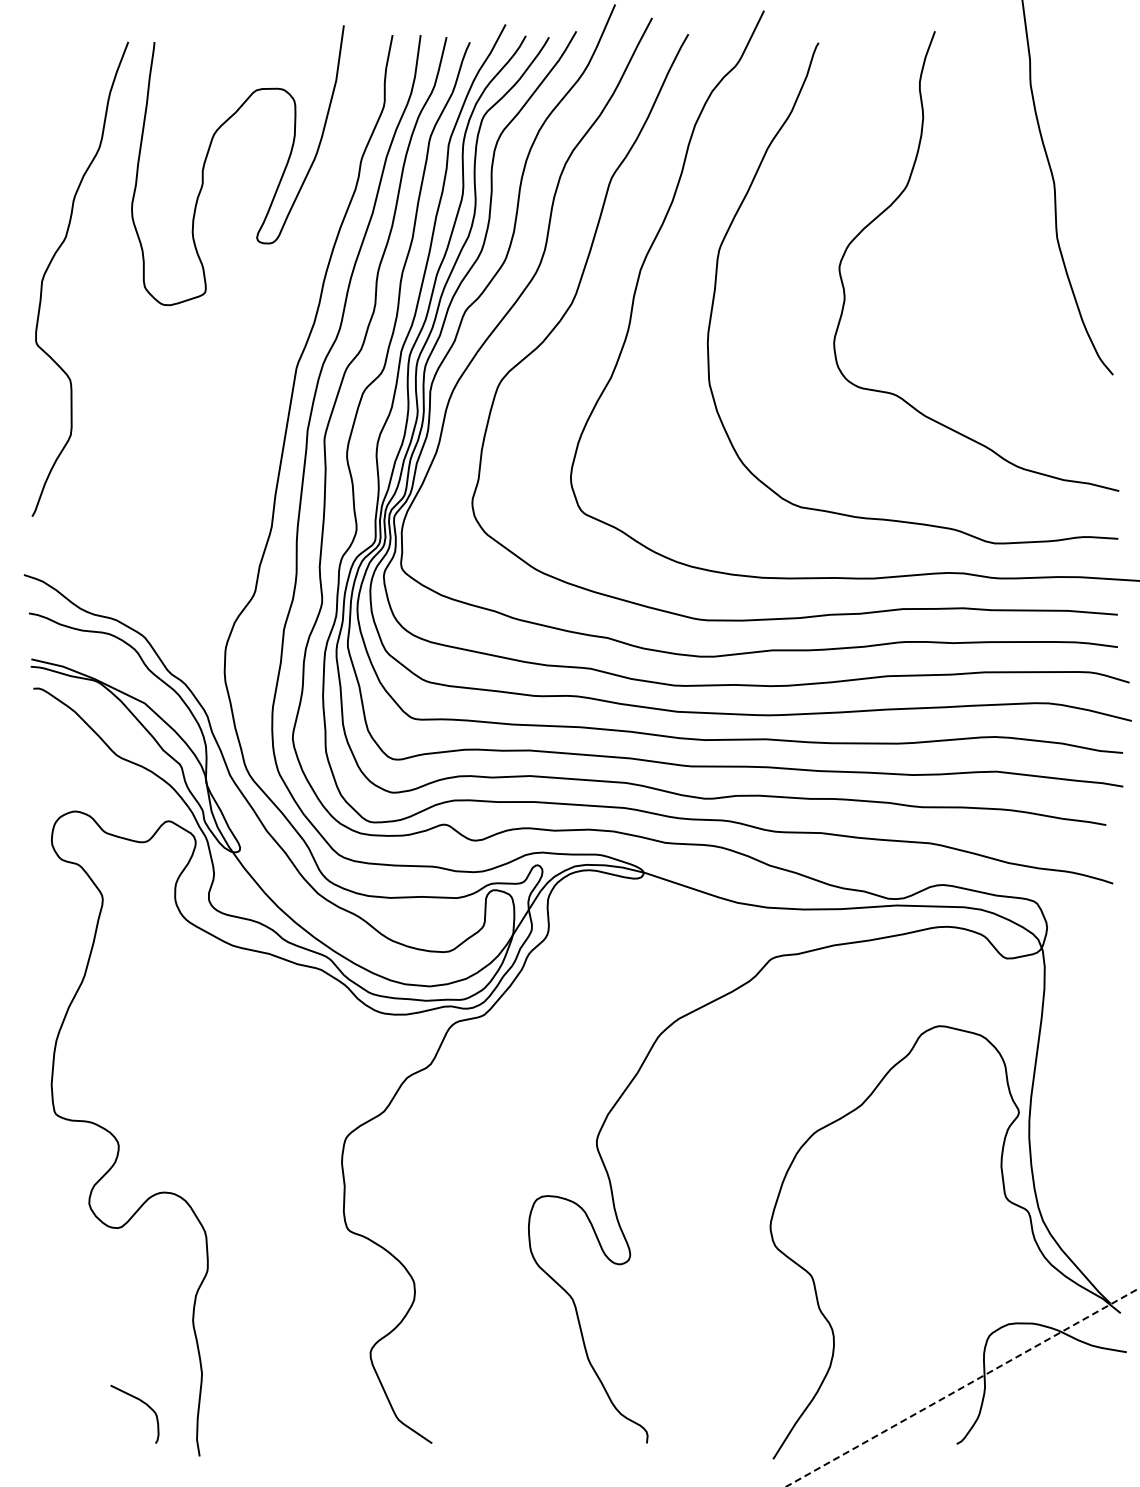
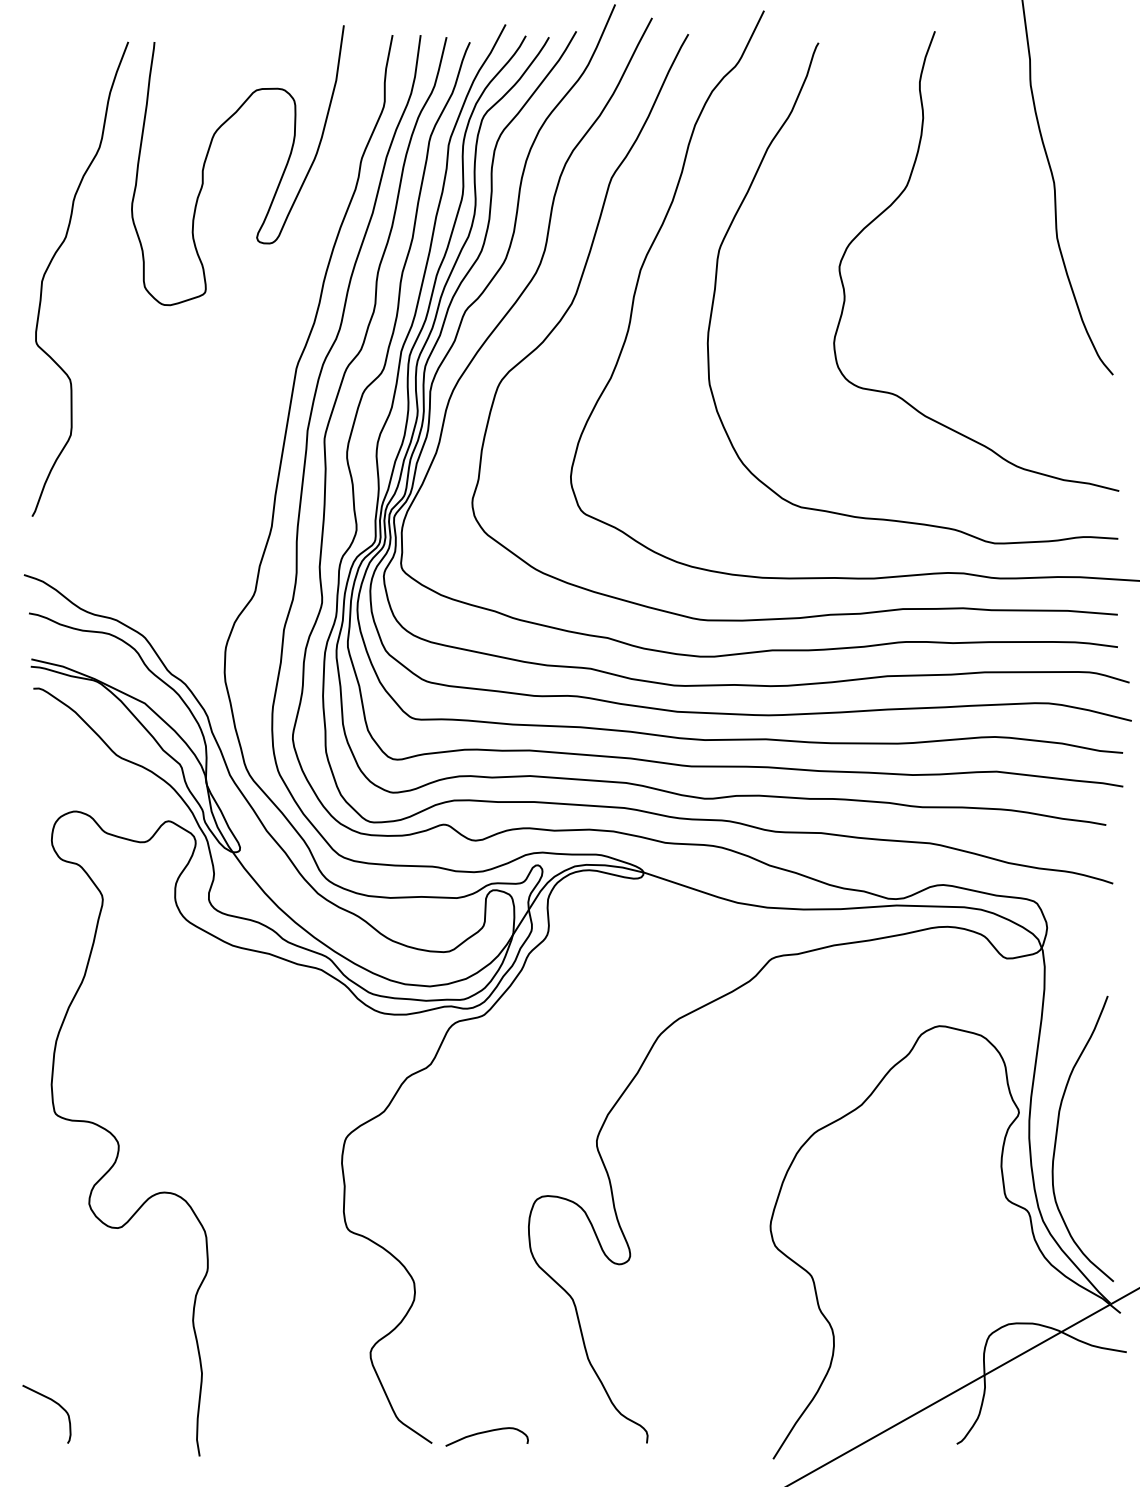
curve at (1057, 1136): none -> present
line at (962, 1387): dashed -> solid
curve at (141, 1402) position: (141, 1402) -> (53, 1402)
curve at (484, 1433): none -> present
